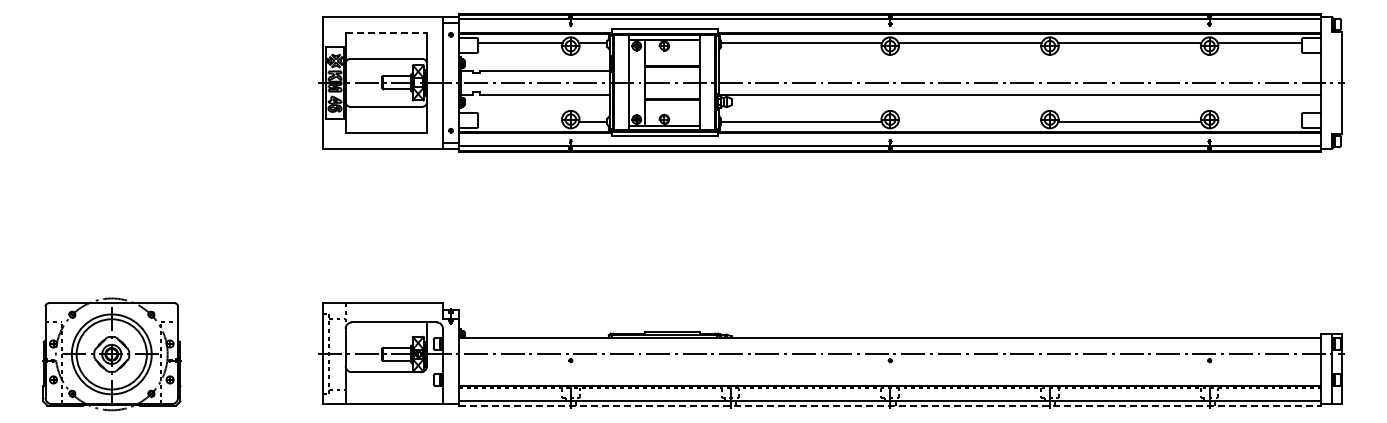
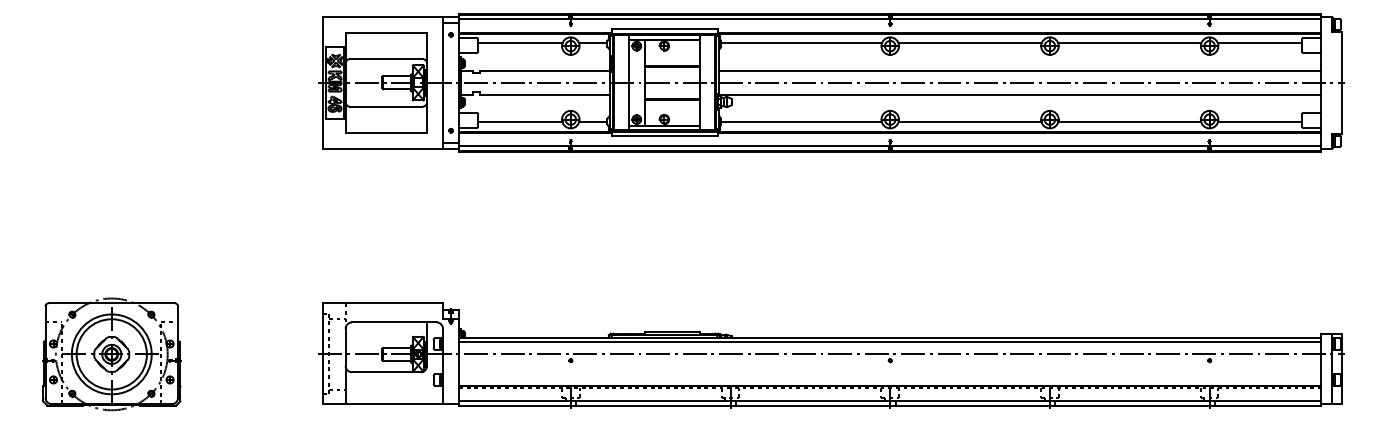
line at (386, 32): dashed -> solid
line at (1019, 70): none -> present
line at (520, 122): none -> present
line at (969, 122): none -> present
line at (1259, 122): none -> present
line at (890, 342): none -> present
line at (890, 405): dashed -> solid
